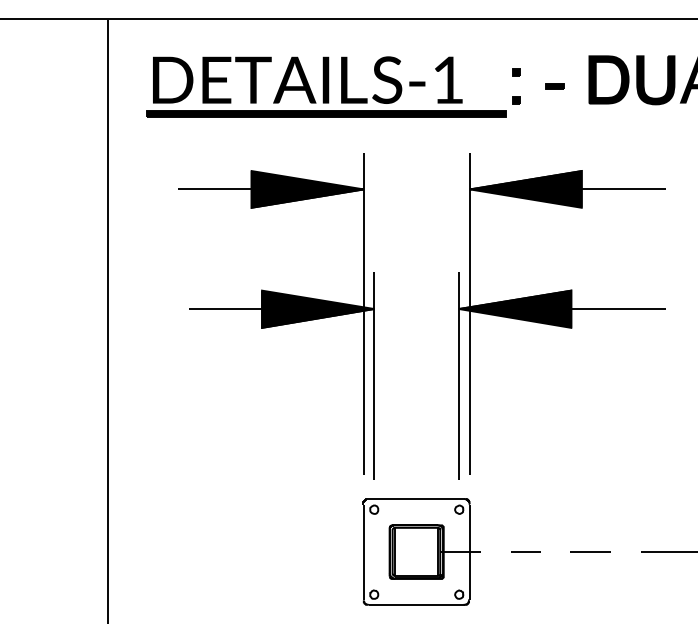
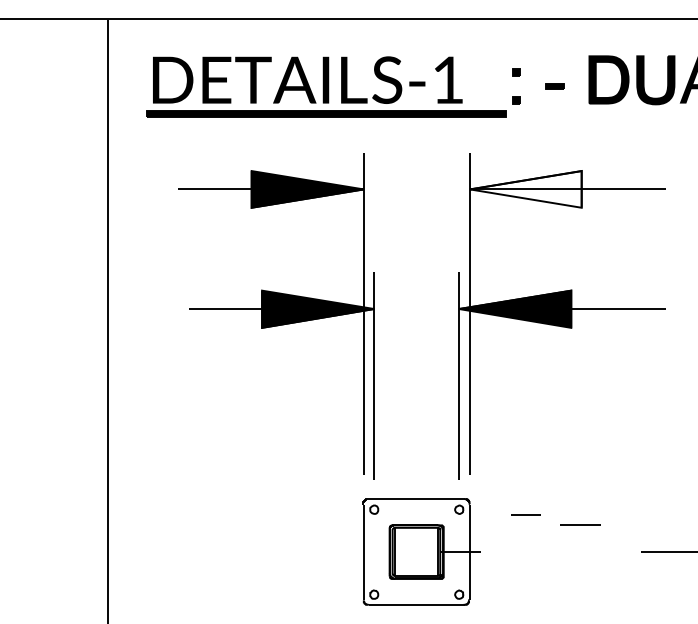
fill at (525, 189): present -> none
line at (525, 551) position: (525, 551) -> (525, 514)
line at (590, 551) position: (590, 551) -> (580, 524)
